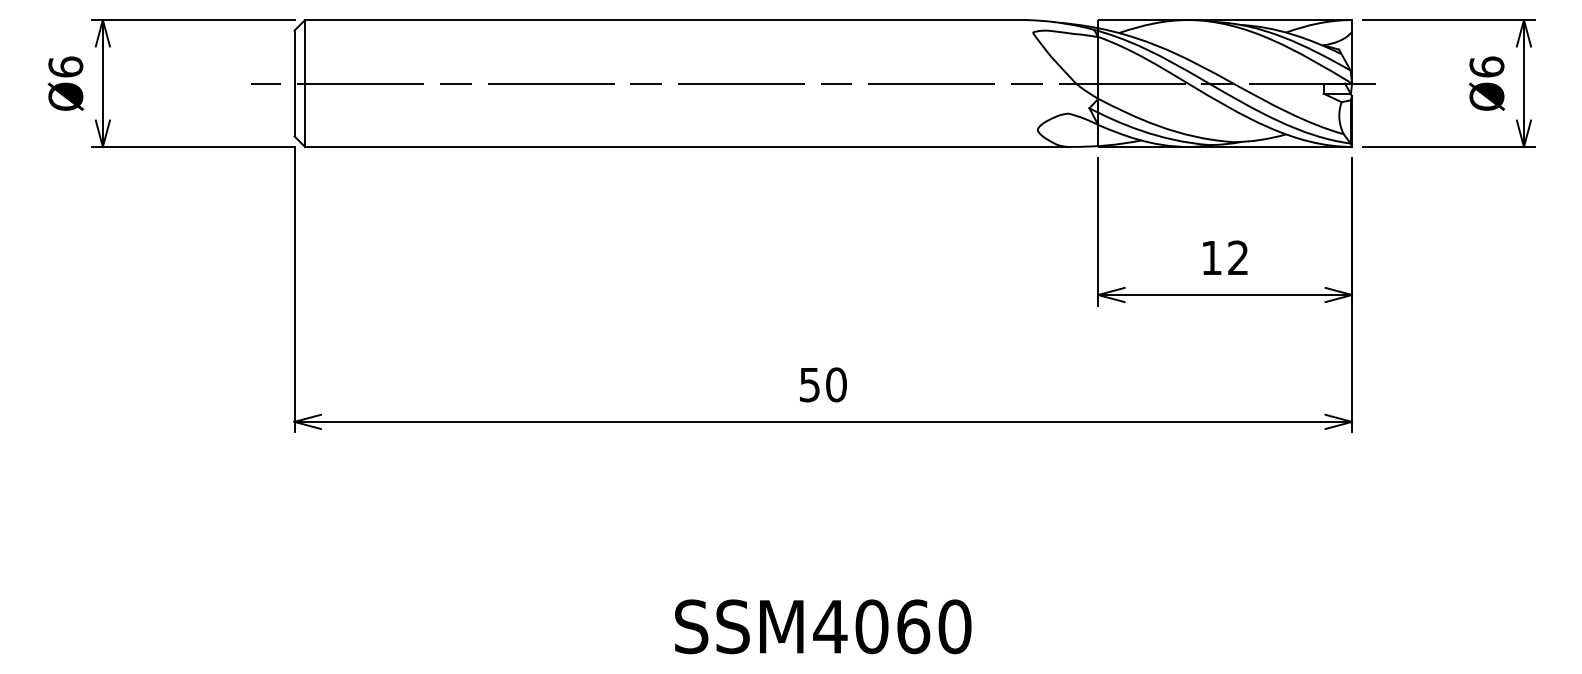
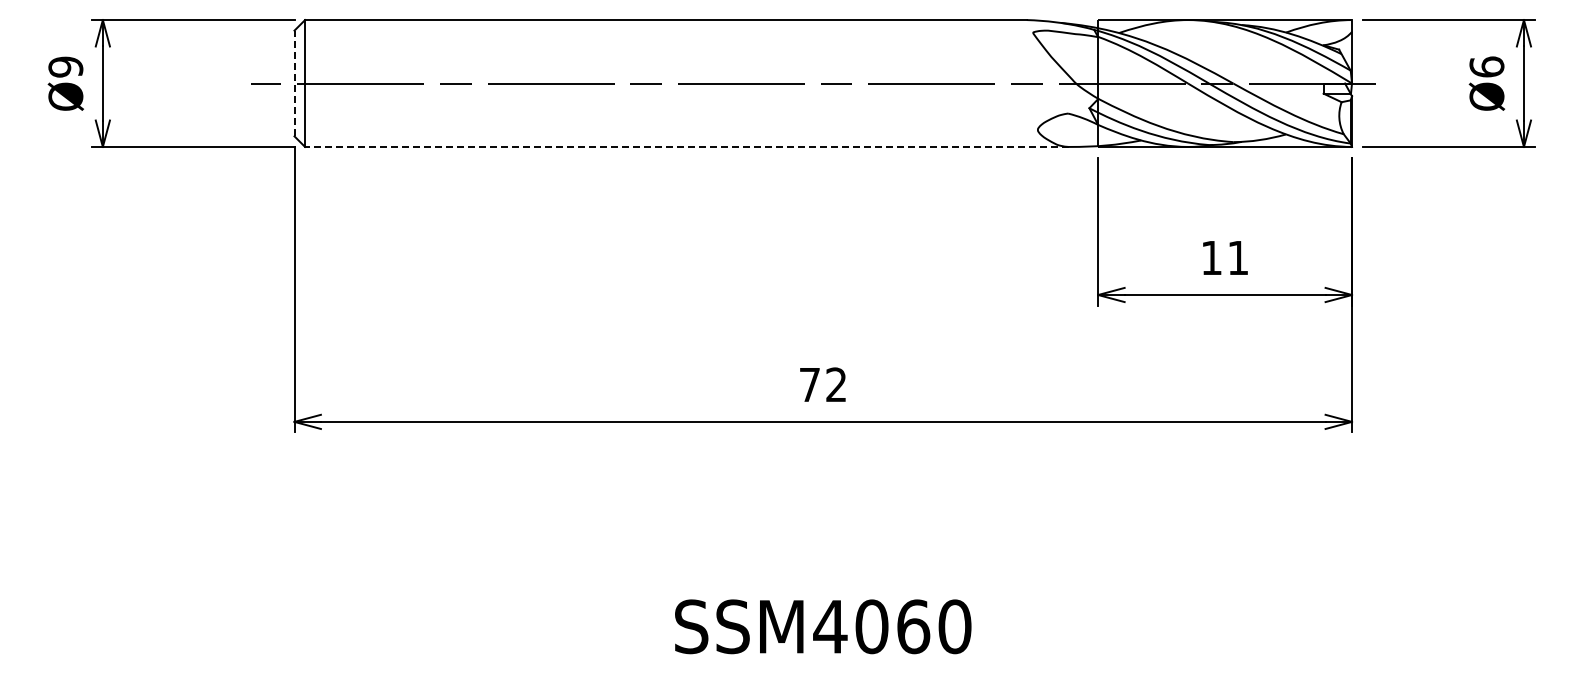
text at (65, 66): Ø6 -> Ø9
line at (294, 83): solid -> dashed
line at (686, 146): solid -> dashed
text at (1237, 257): 12 -> 11
text at (823, 384): 50 -> 72
